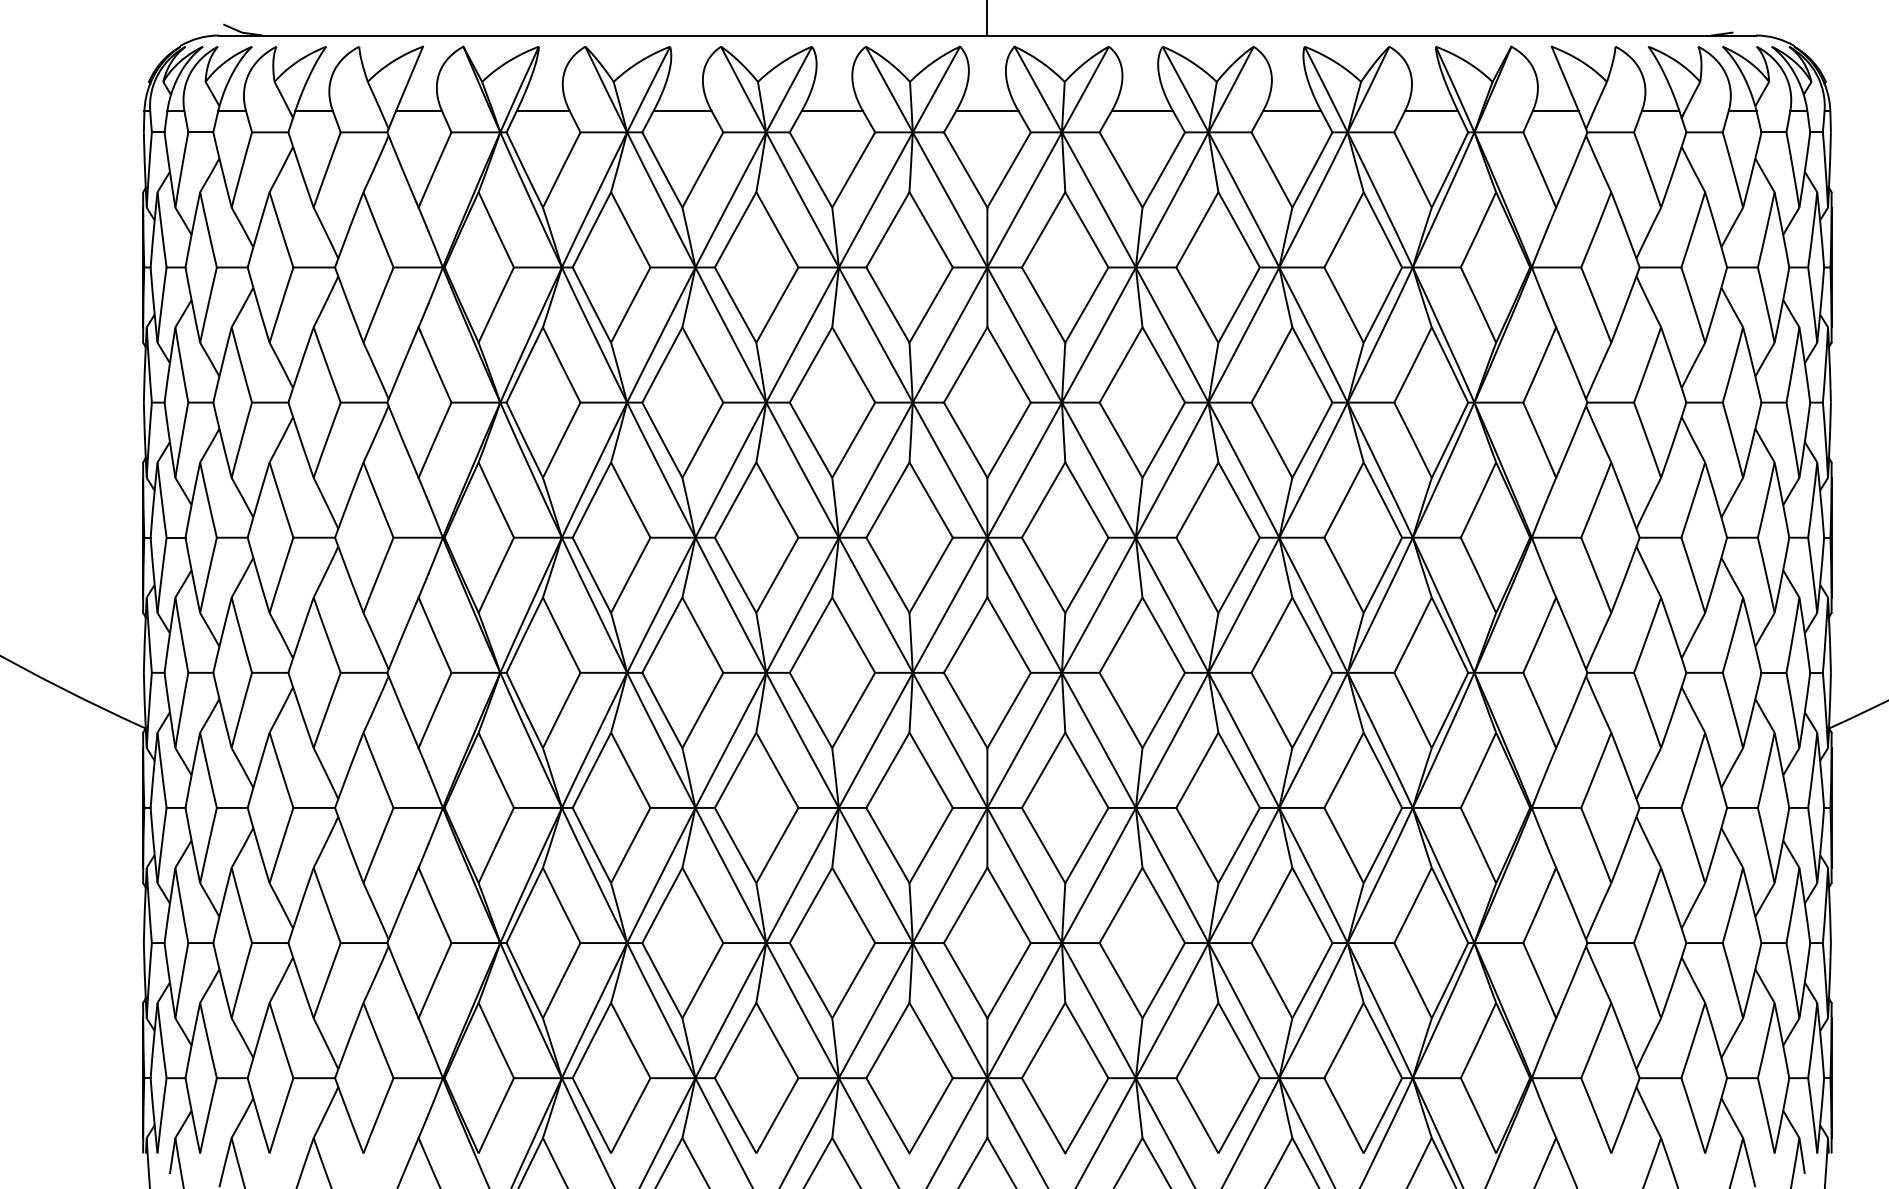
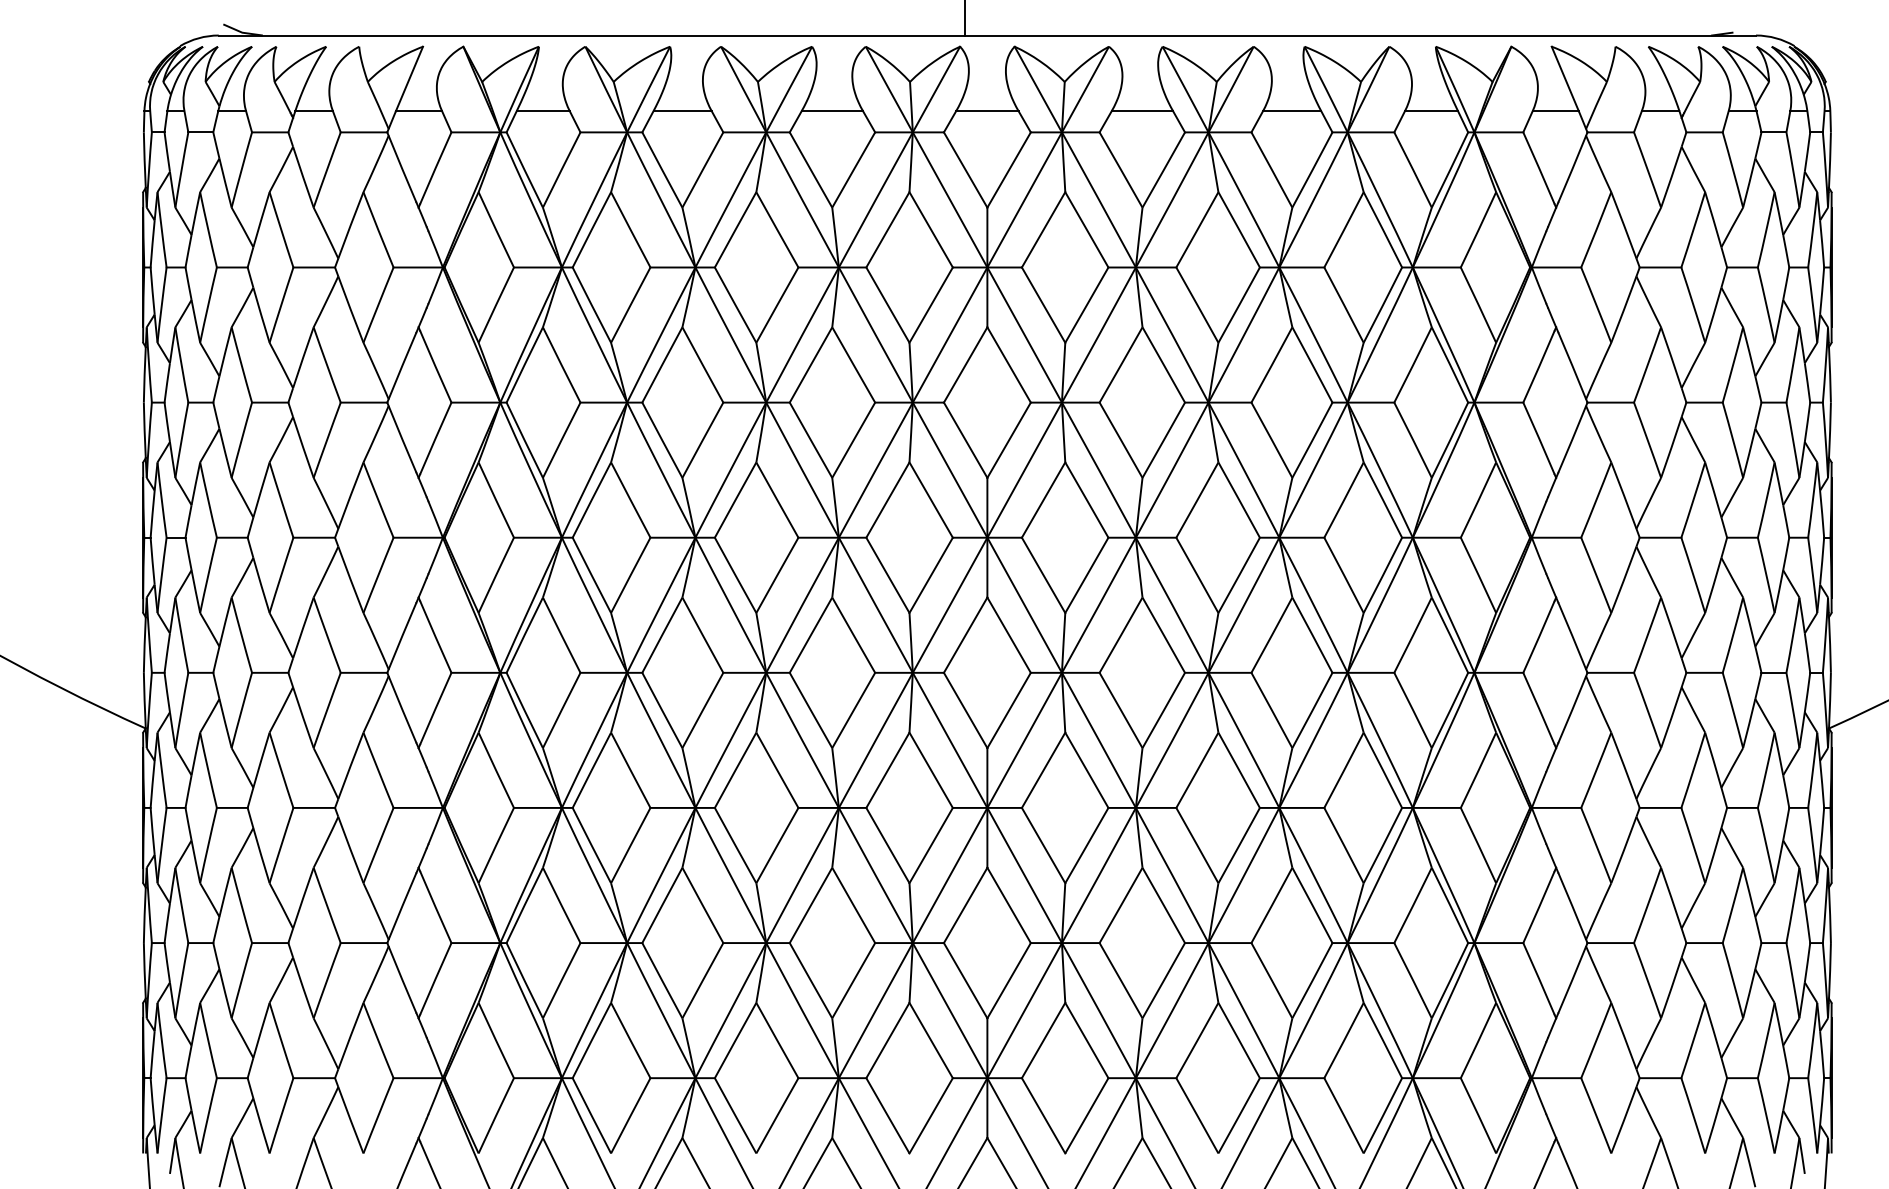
line at (987, 18) position: (987, 18) -> (965, 18)
